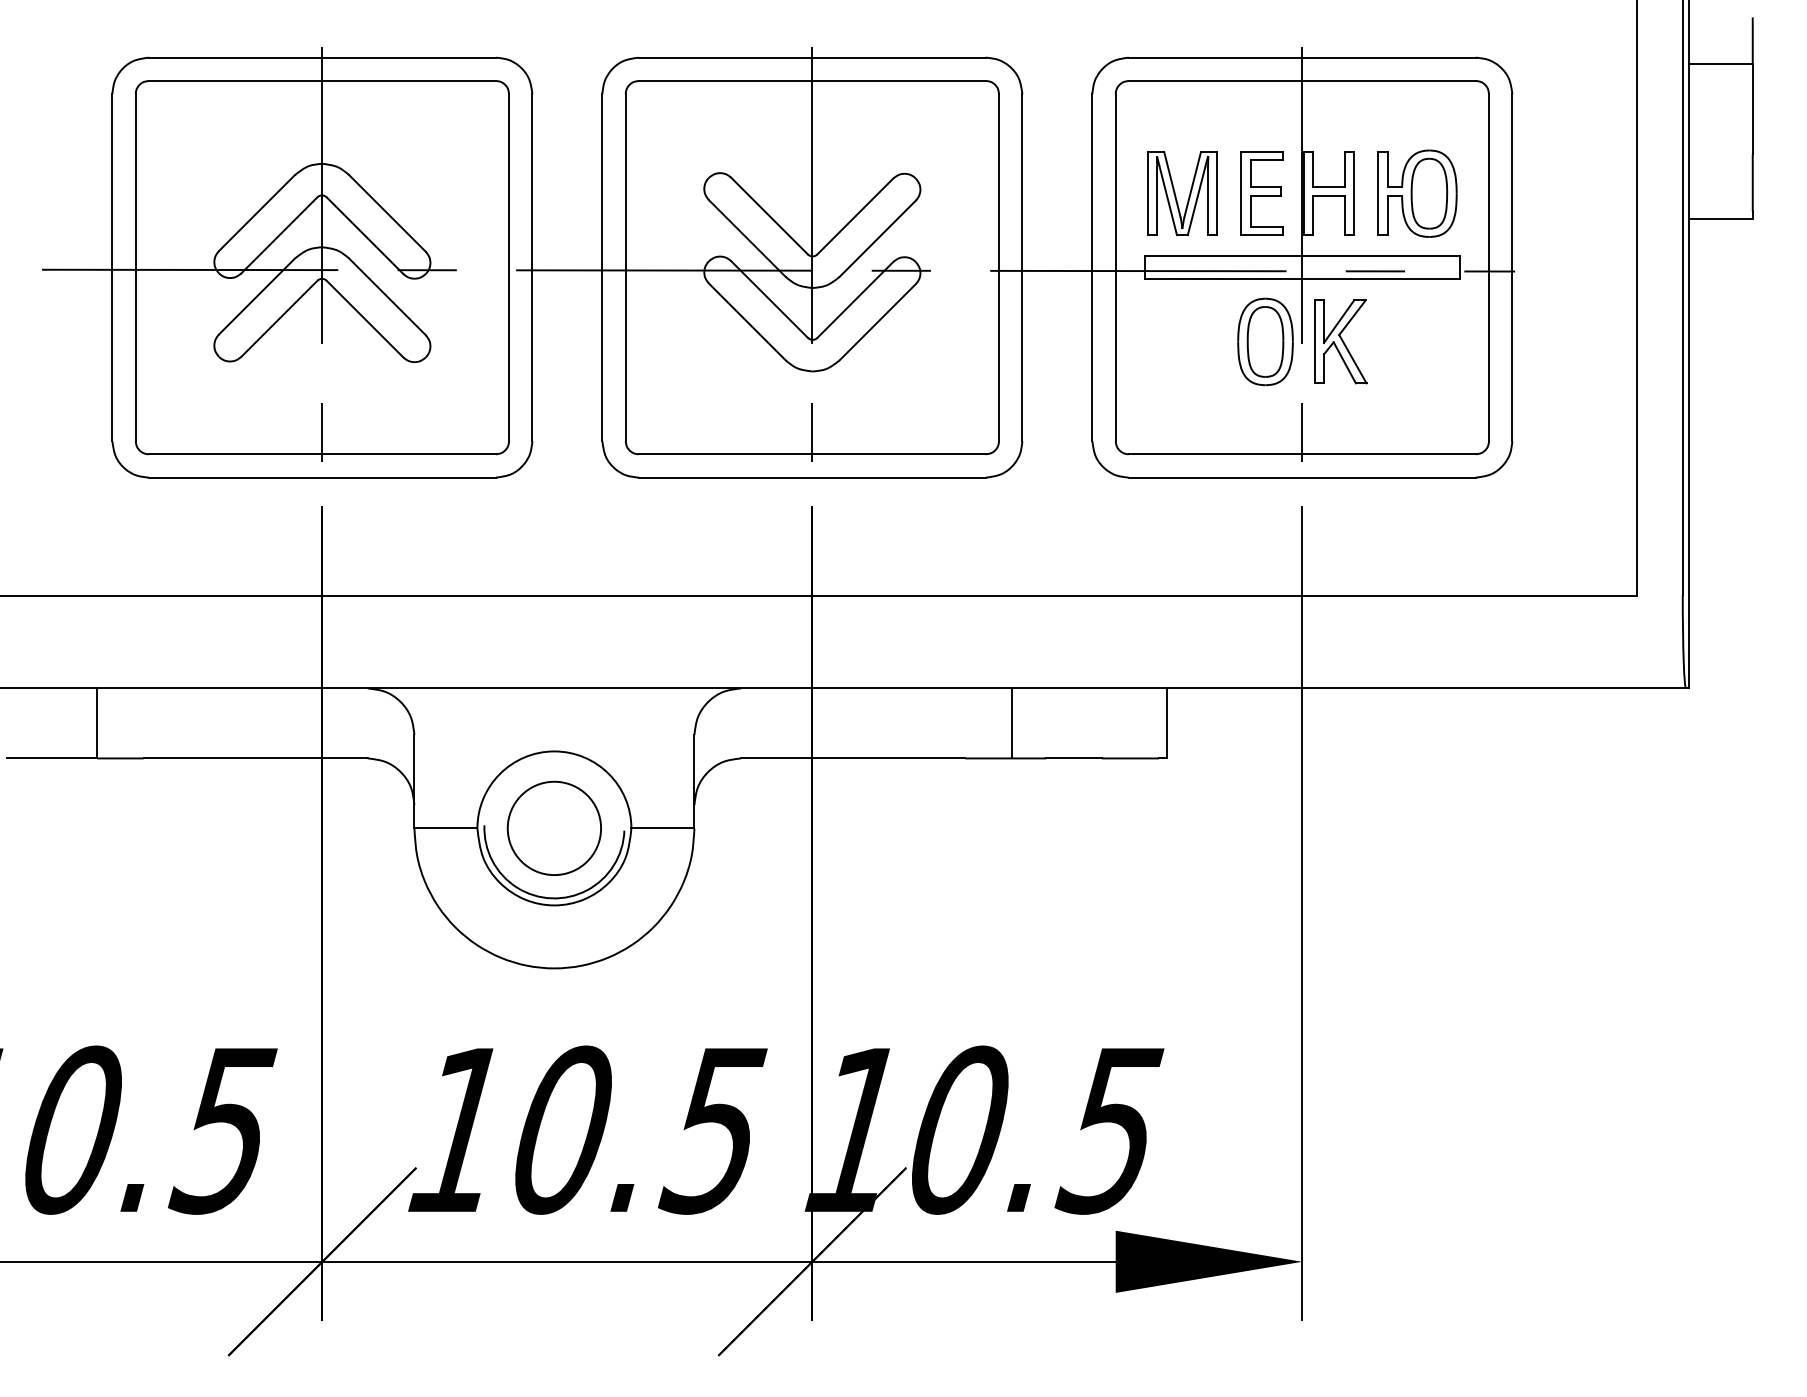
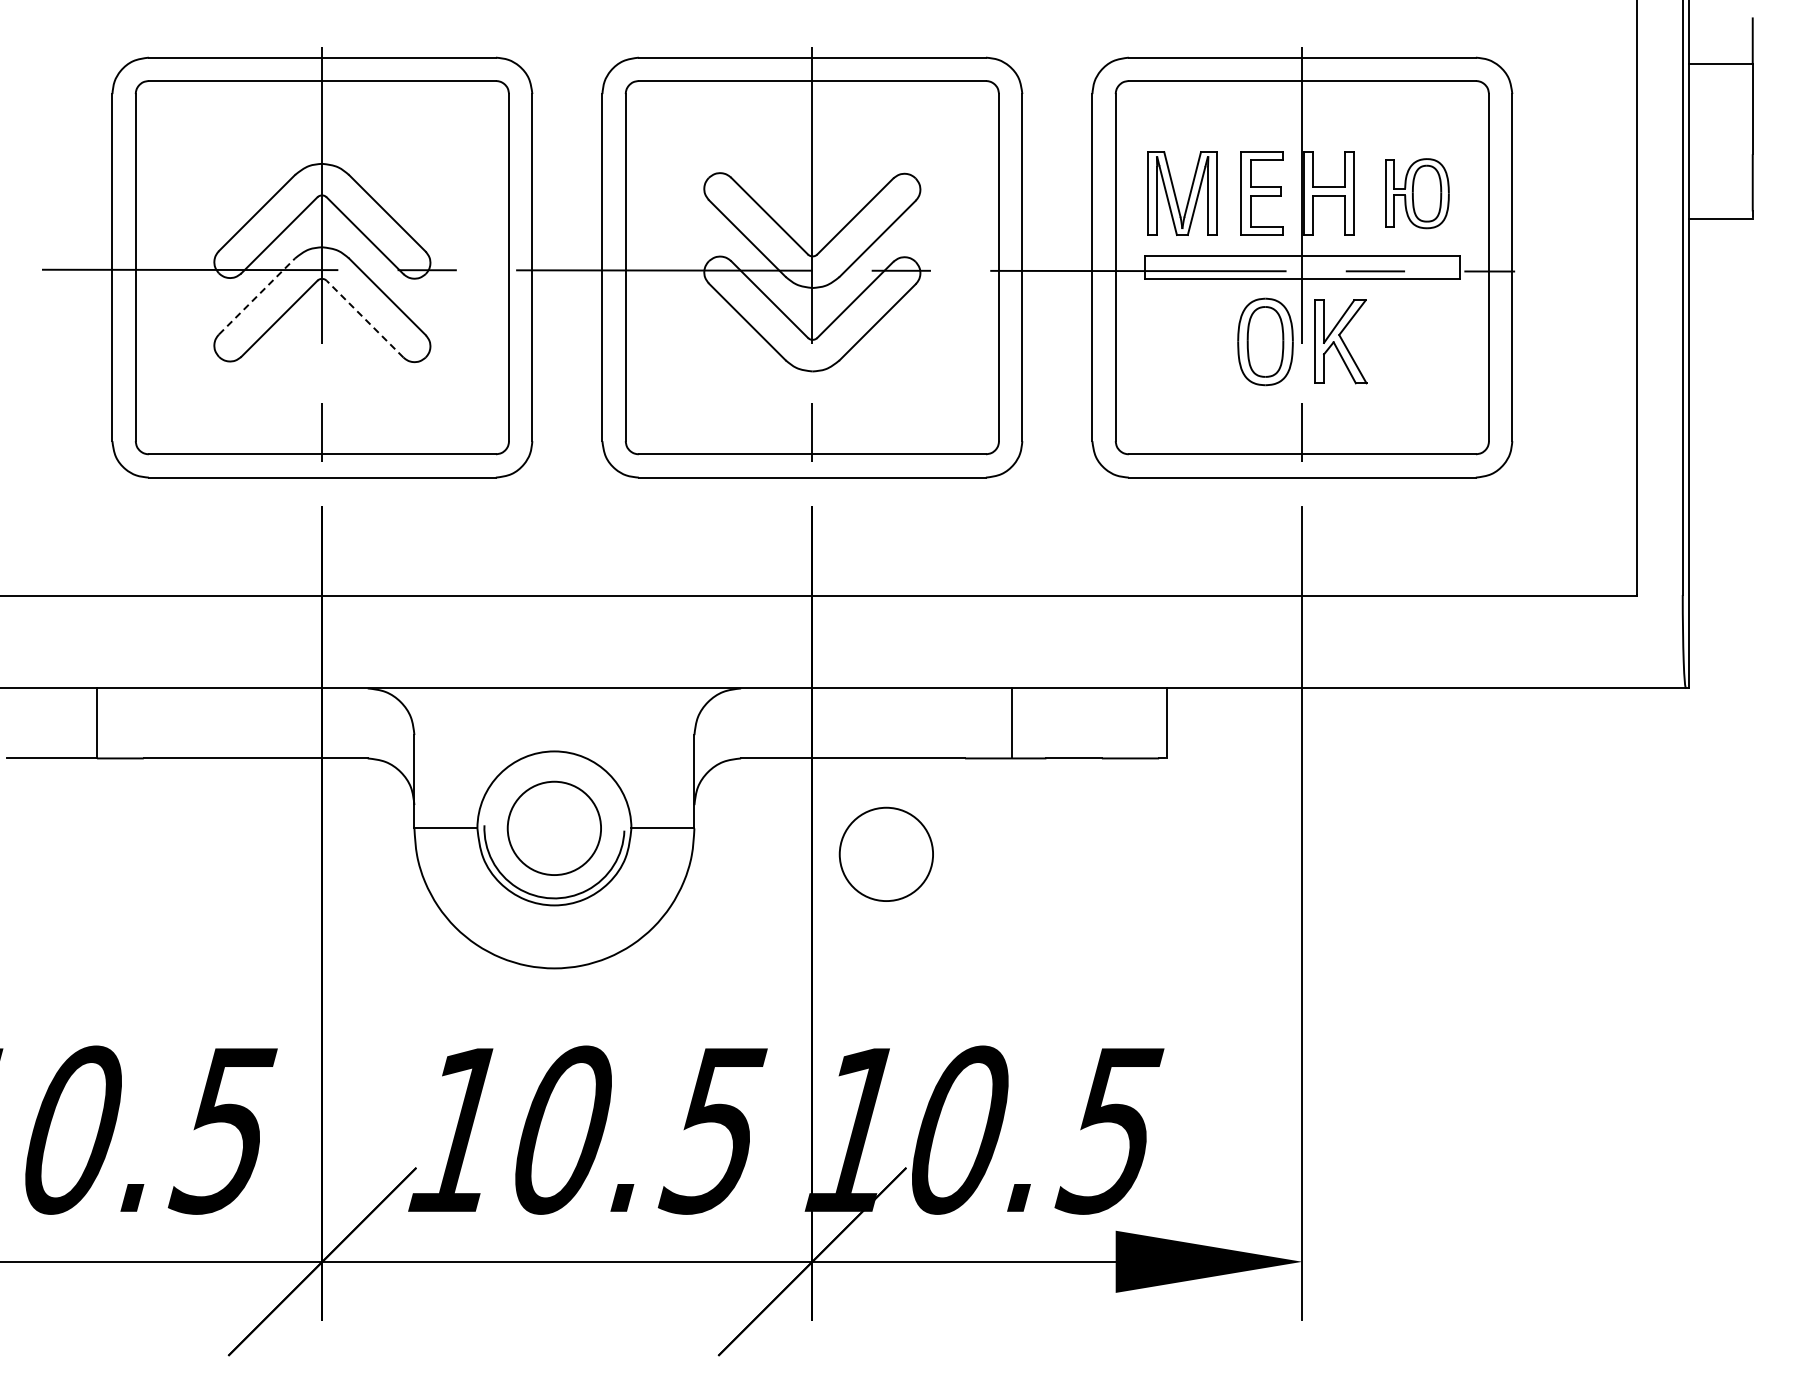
part at (1417, 193) size: 81x89 px -> 65x72 px
line at (257, 296): solid -> dashed
line at (364, 318): solid -> dashed
circle at (885, 853): none -> present
